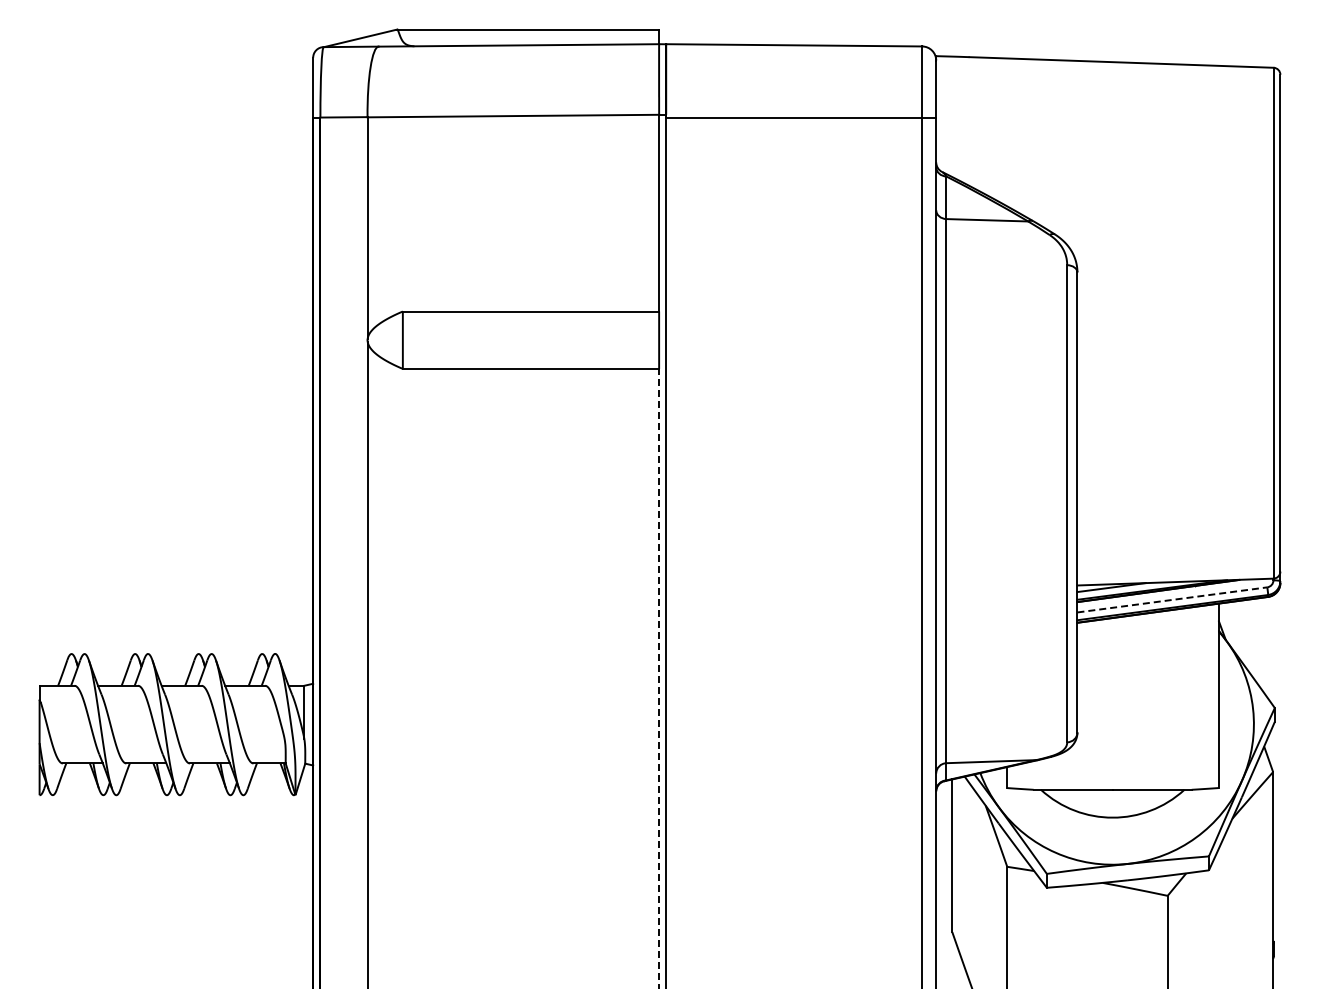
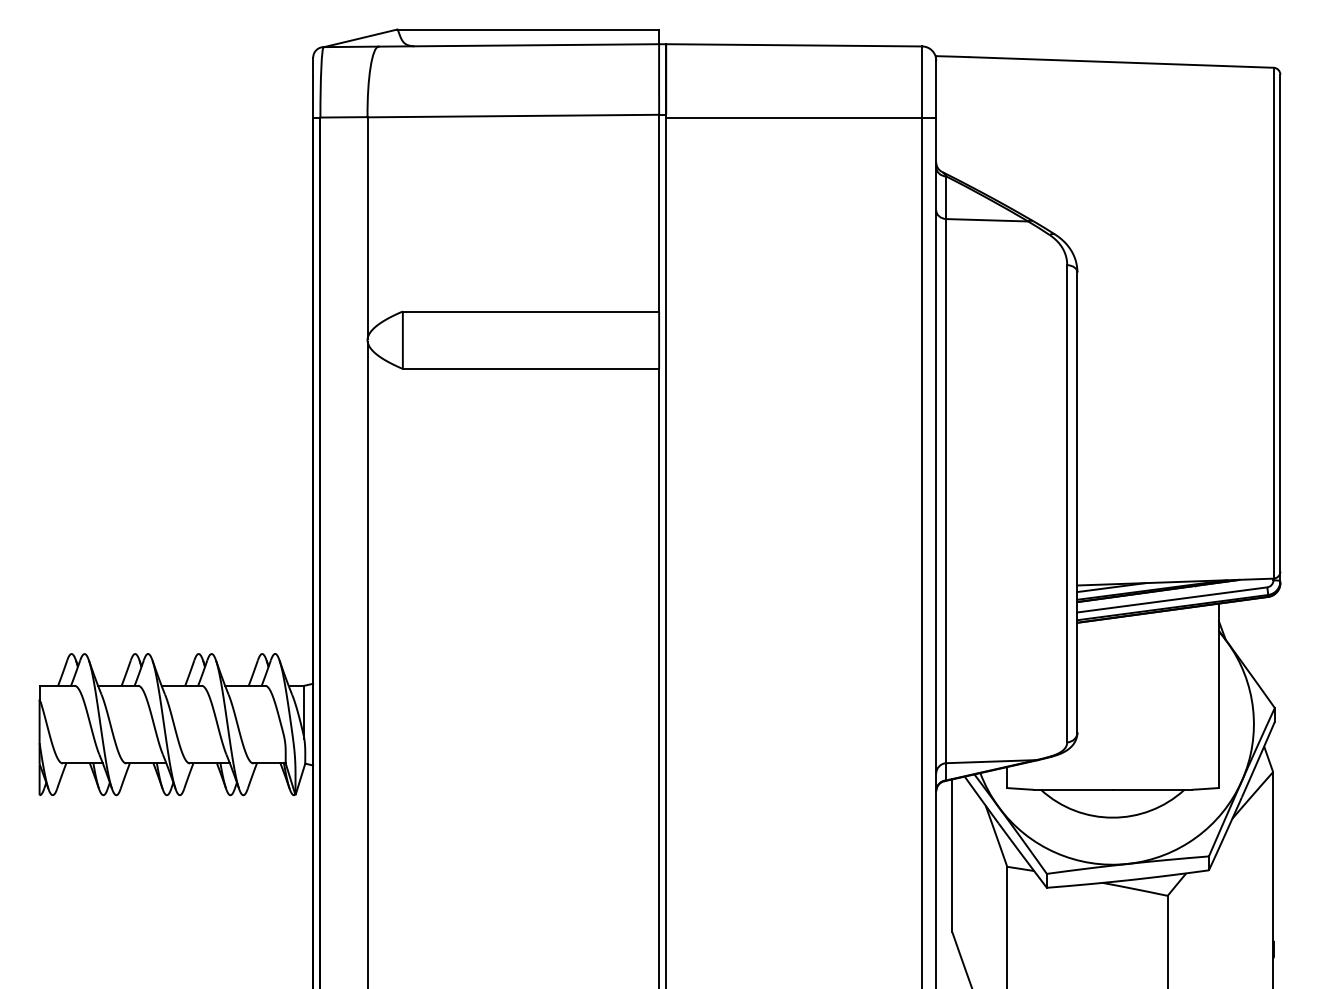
line at (1172, 599): dashed -> solid
line at (659, 678): dashed -> solid
